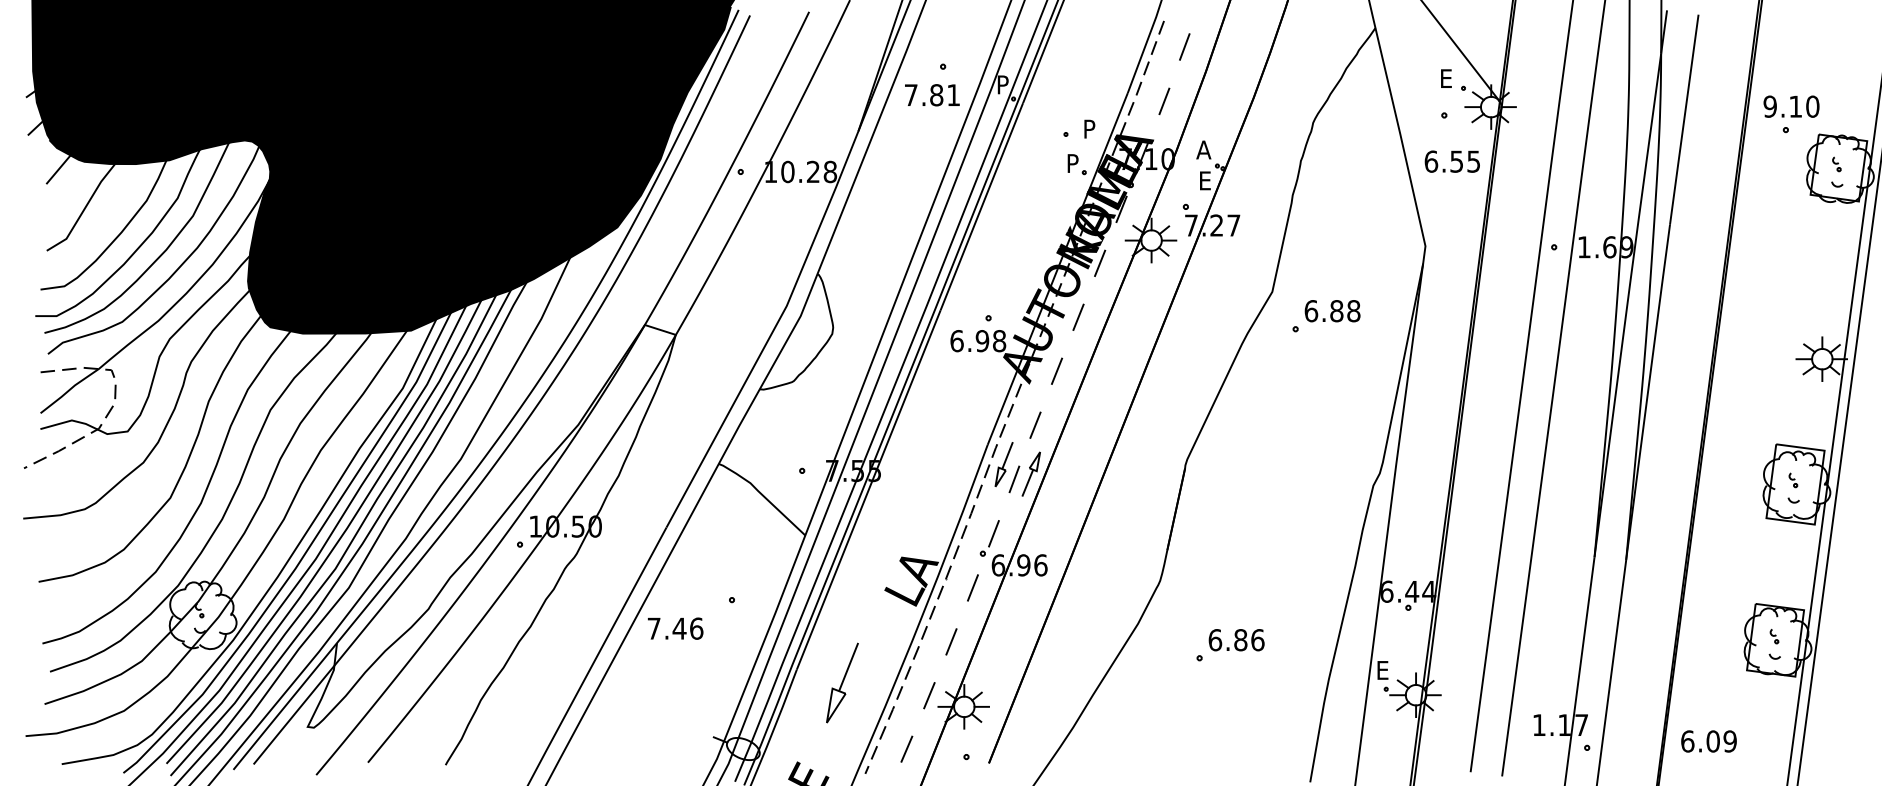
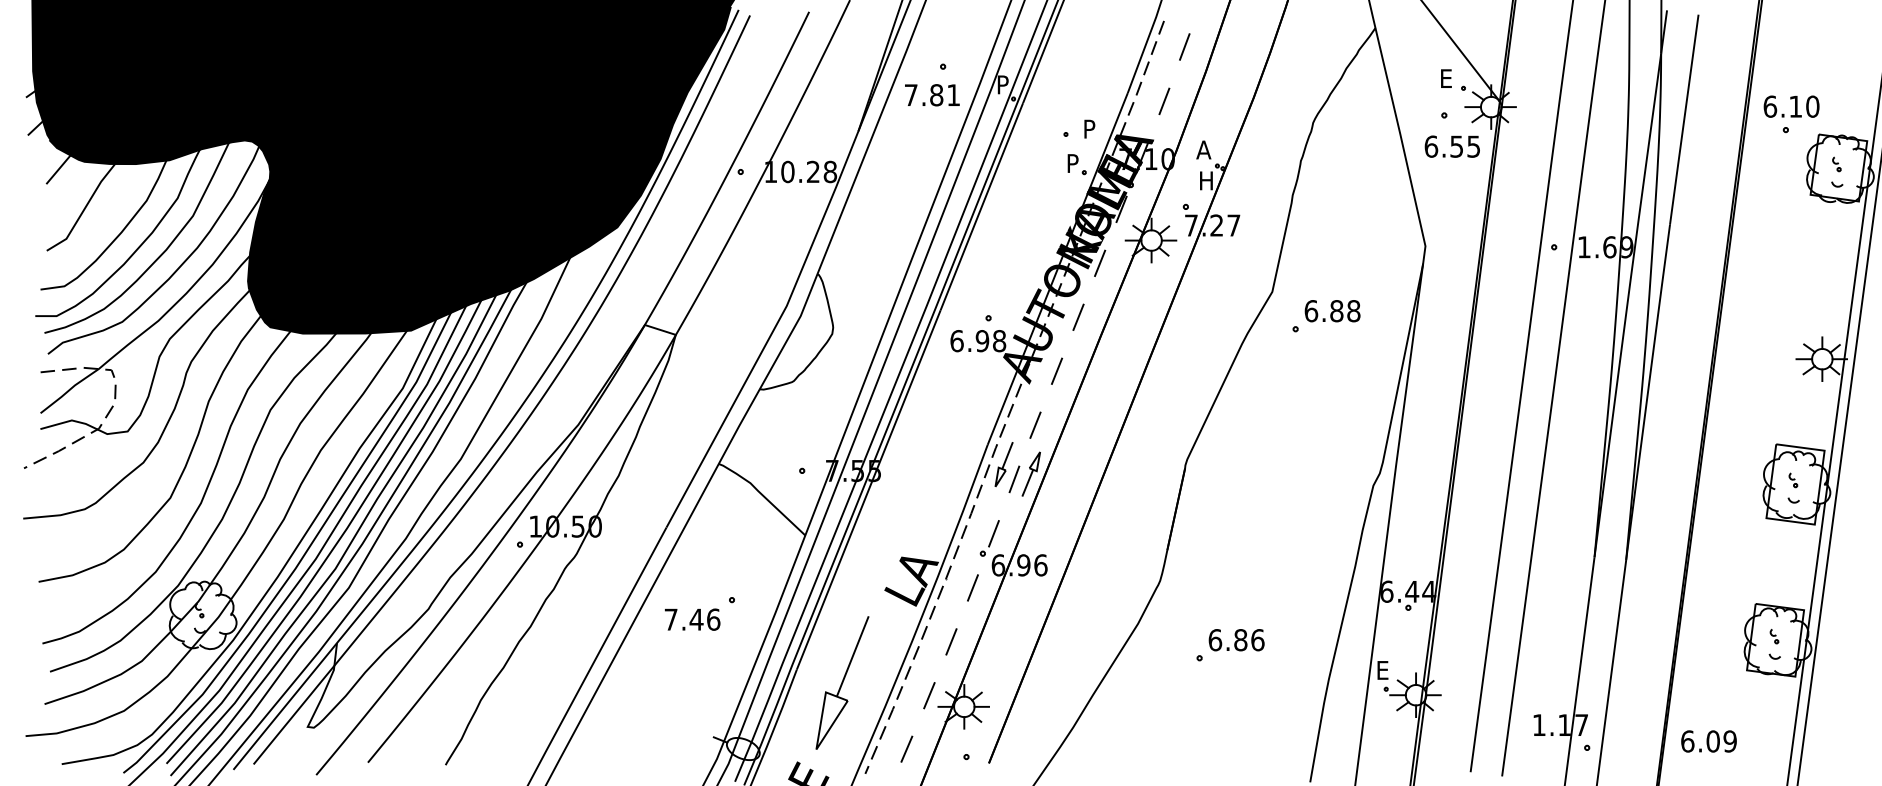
text at (1770, 106): 9.10 -> 6.10
text at (1451, 161) position: (1451, 161) -> (1451, 146)
text at (1207, 180): E -> H
text at (675, 628) position: (675, 628) -> (692, 619)
part at (842, 682) size: 33x82 px -> 55x134 px
